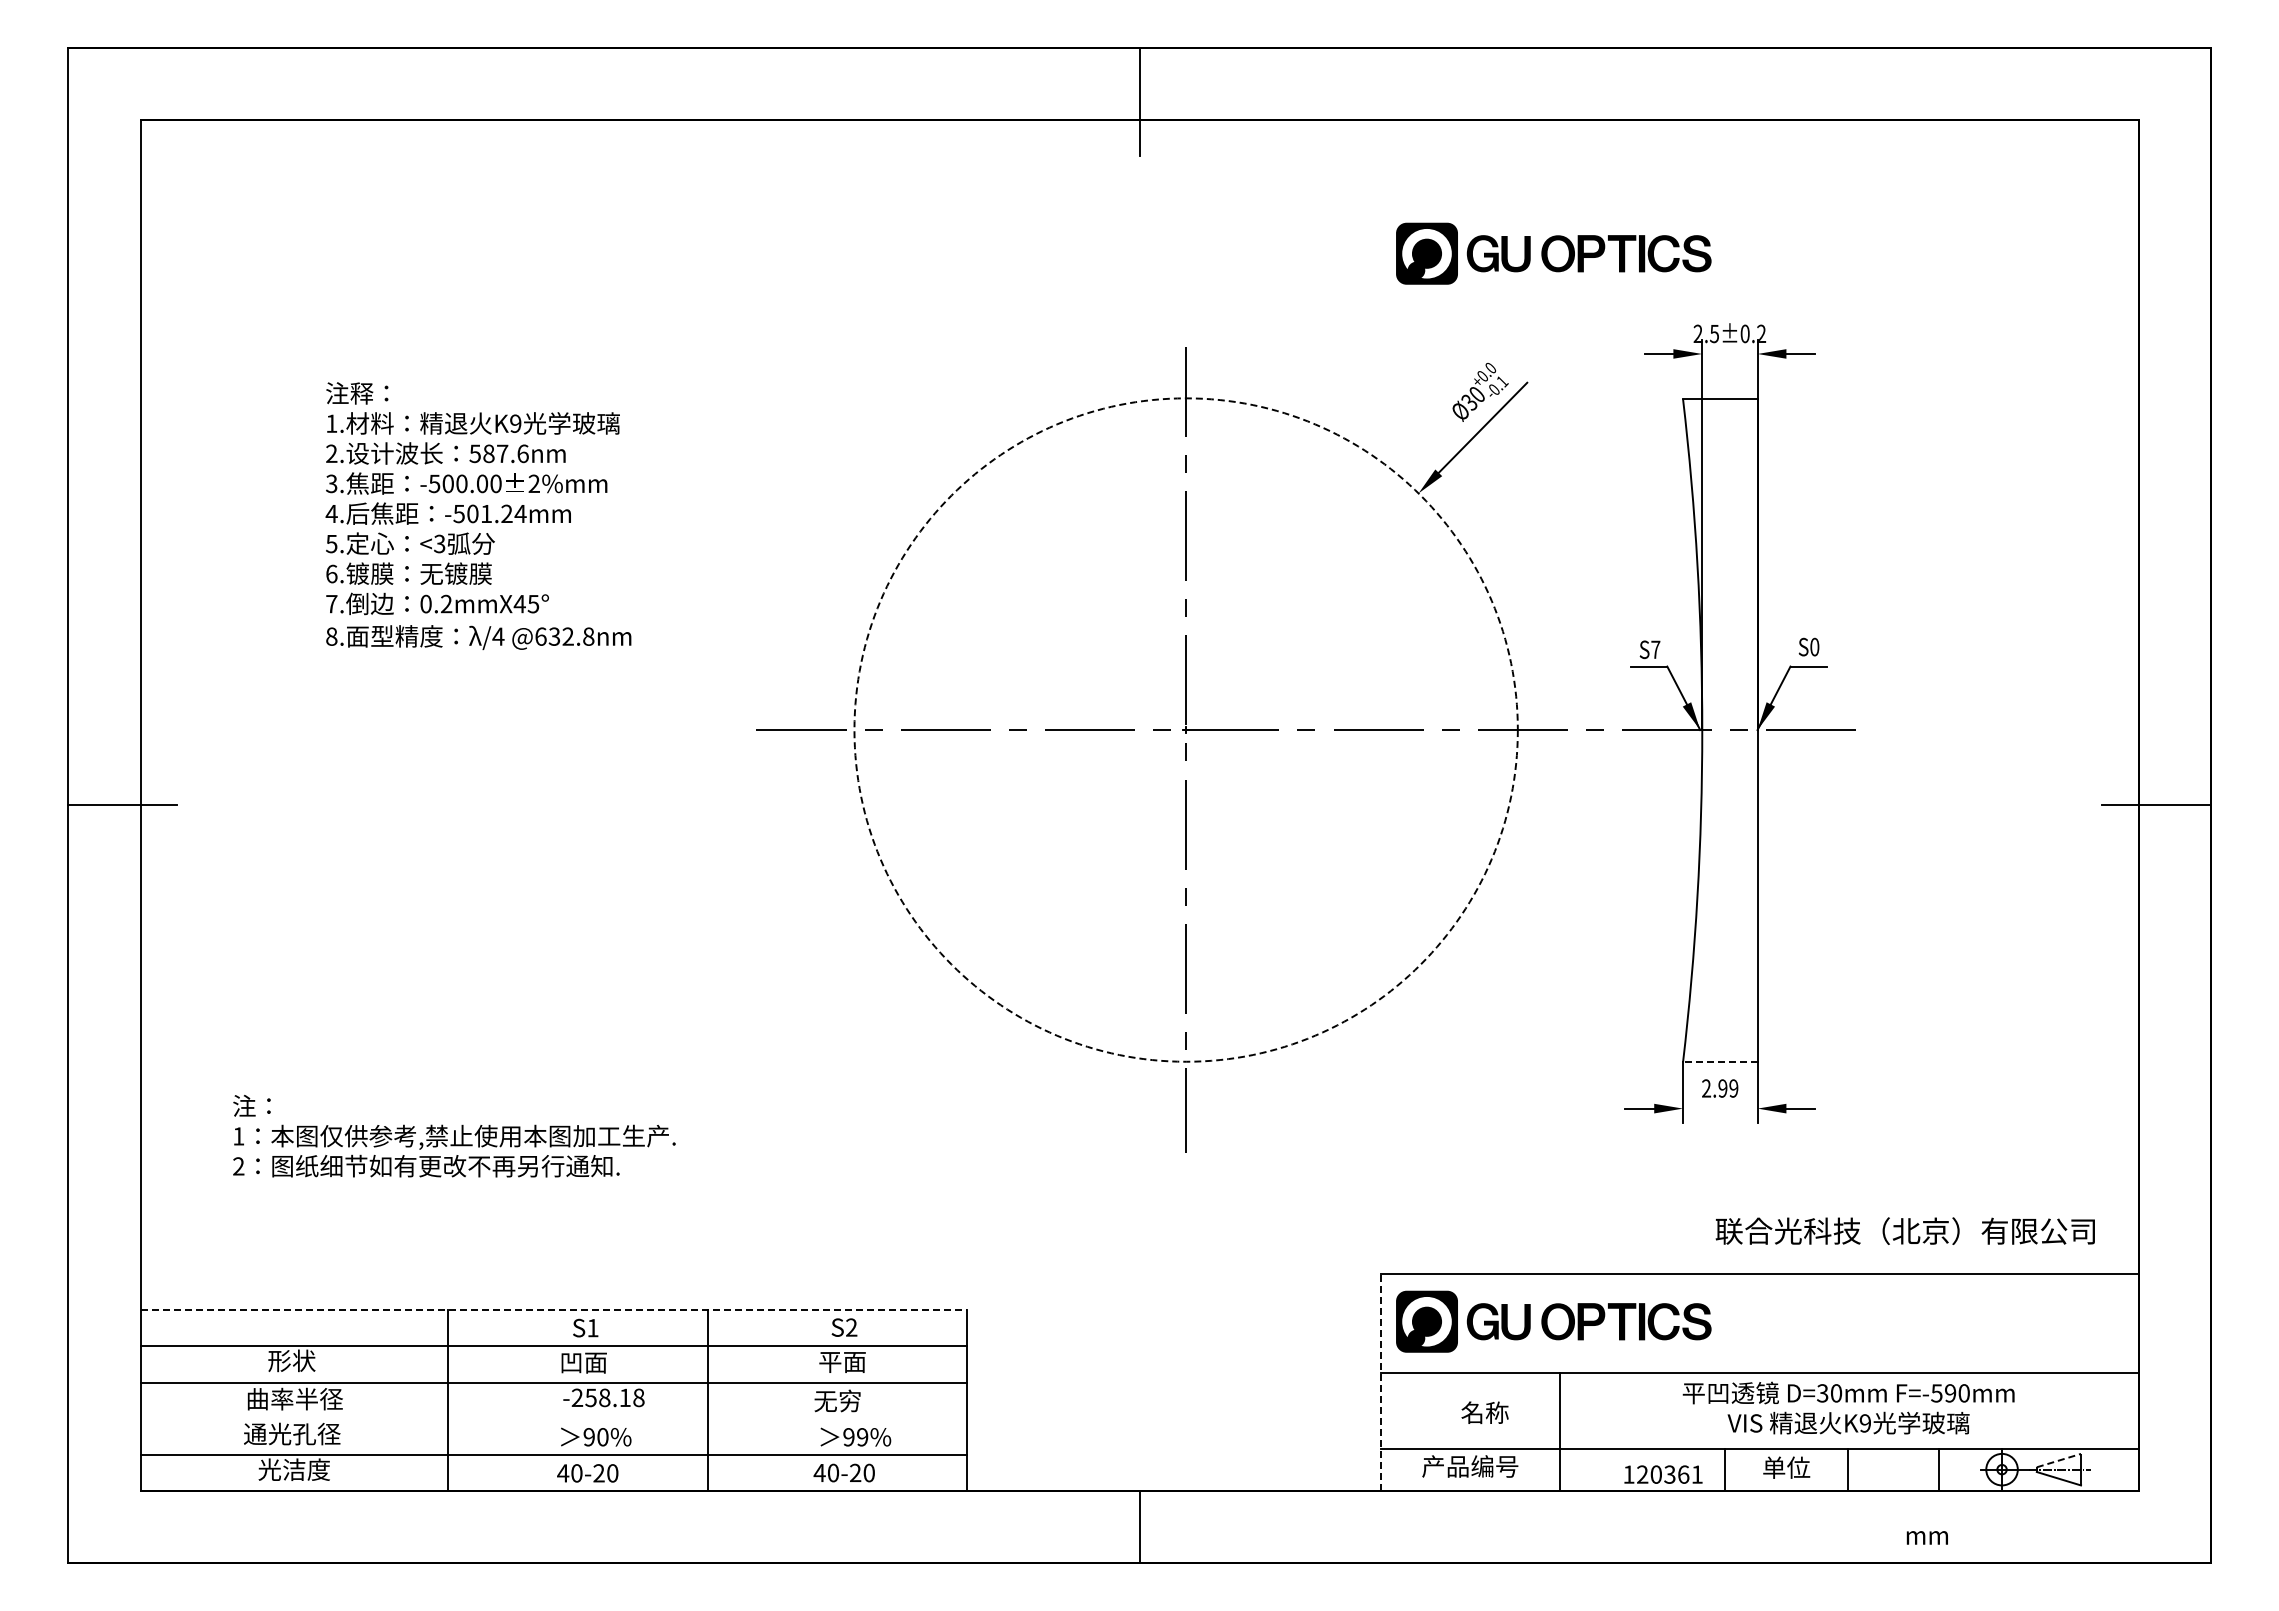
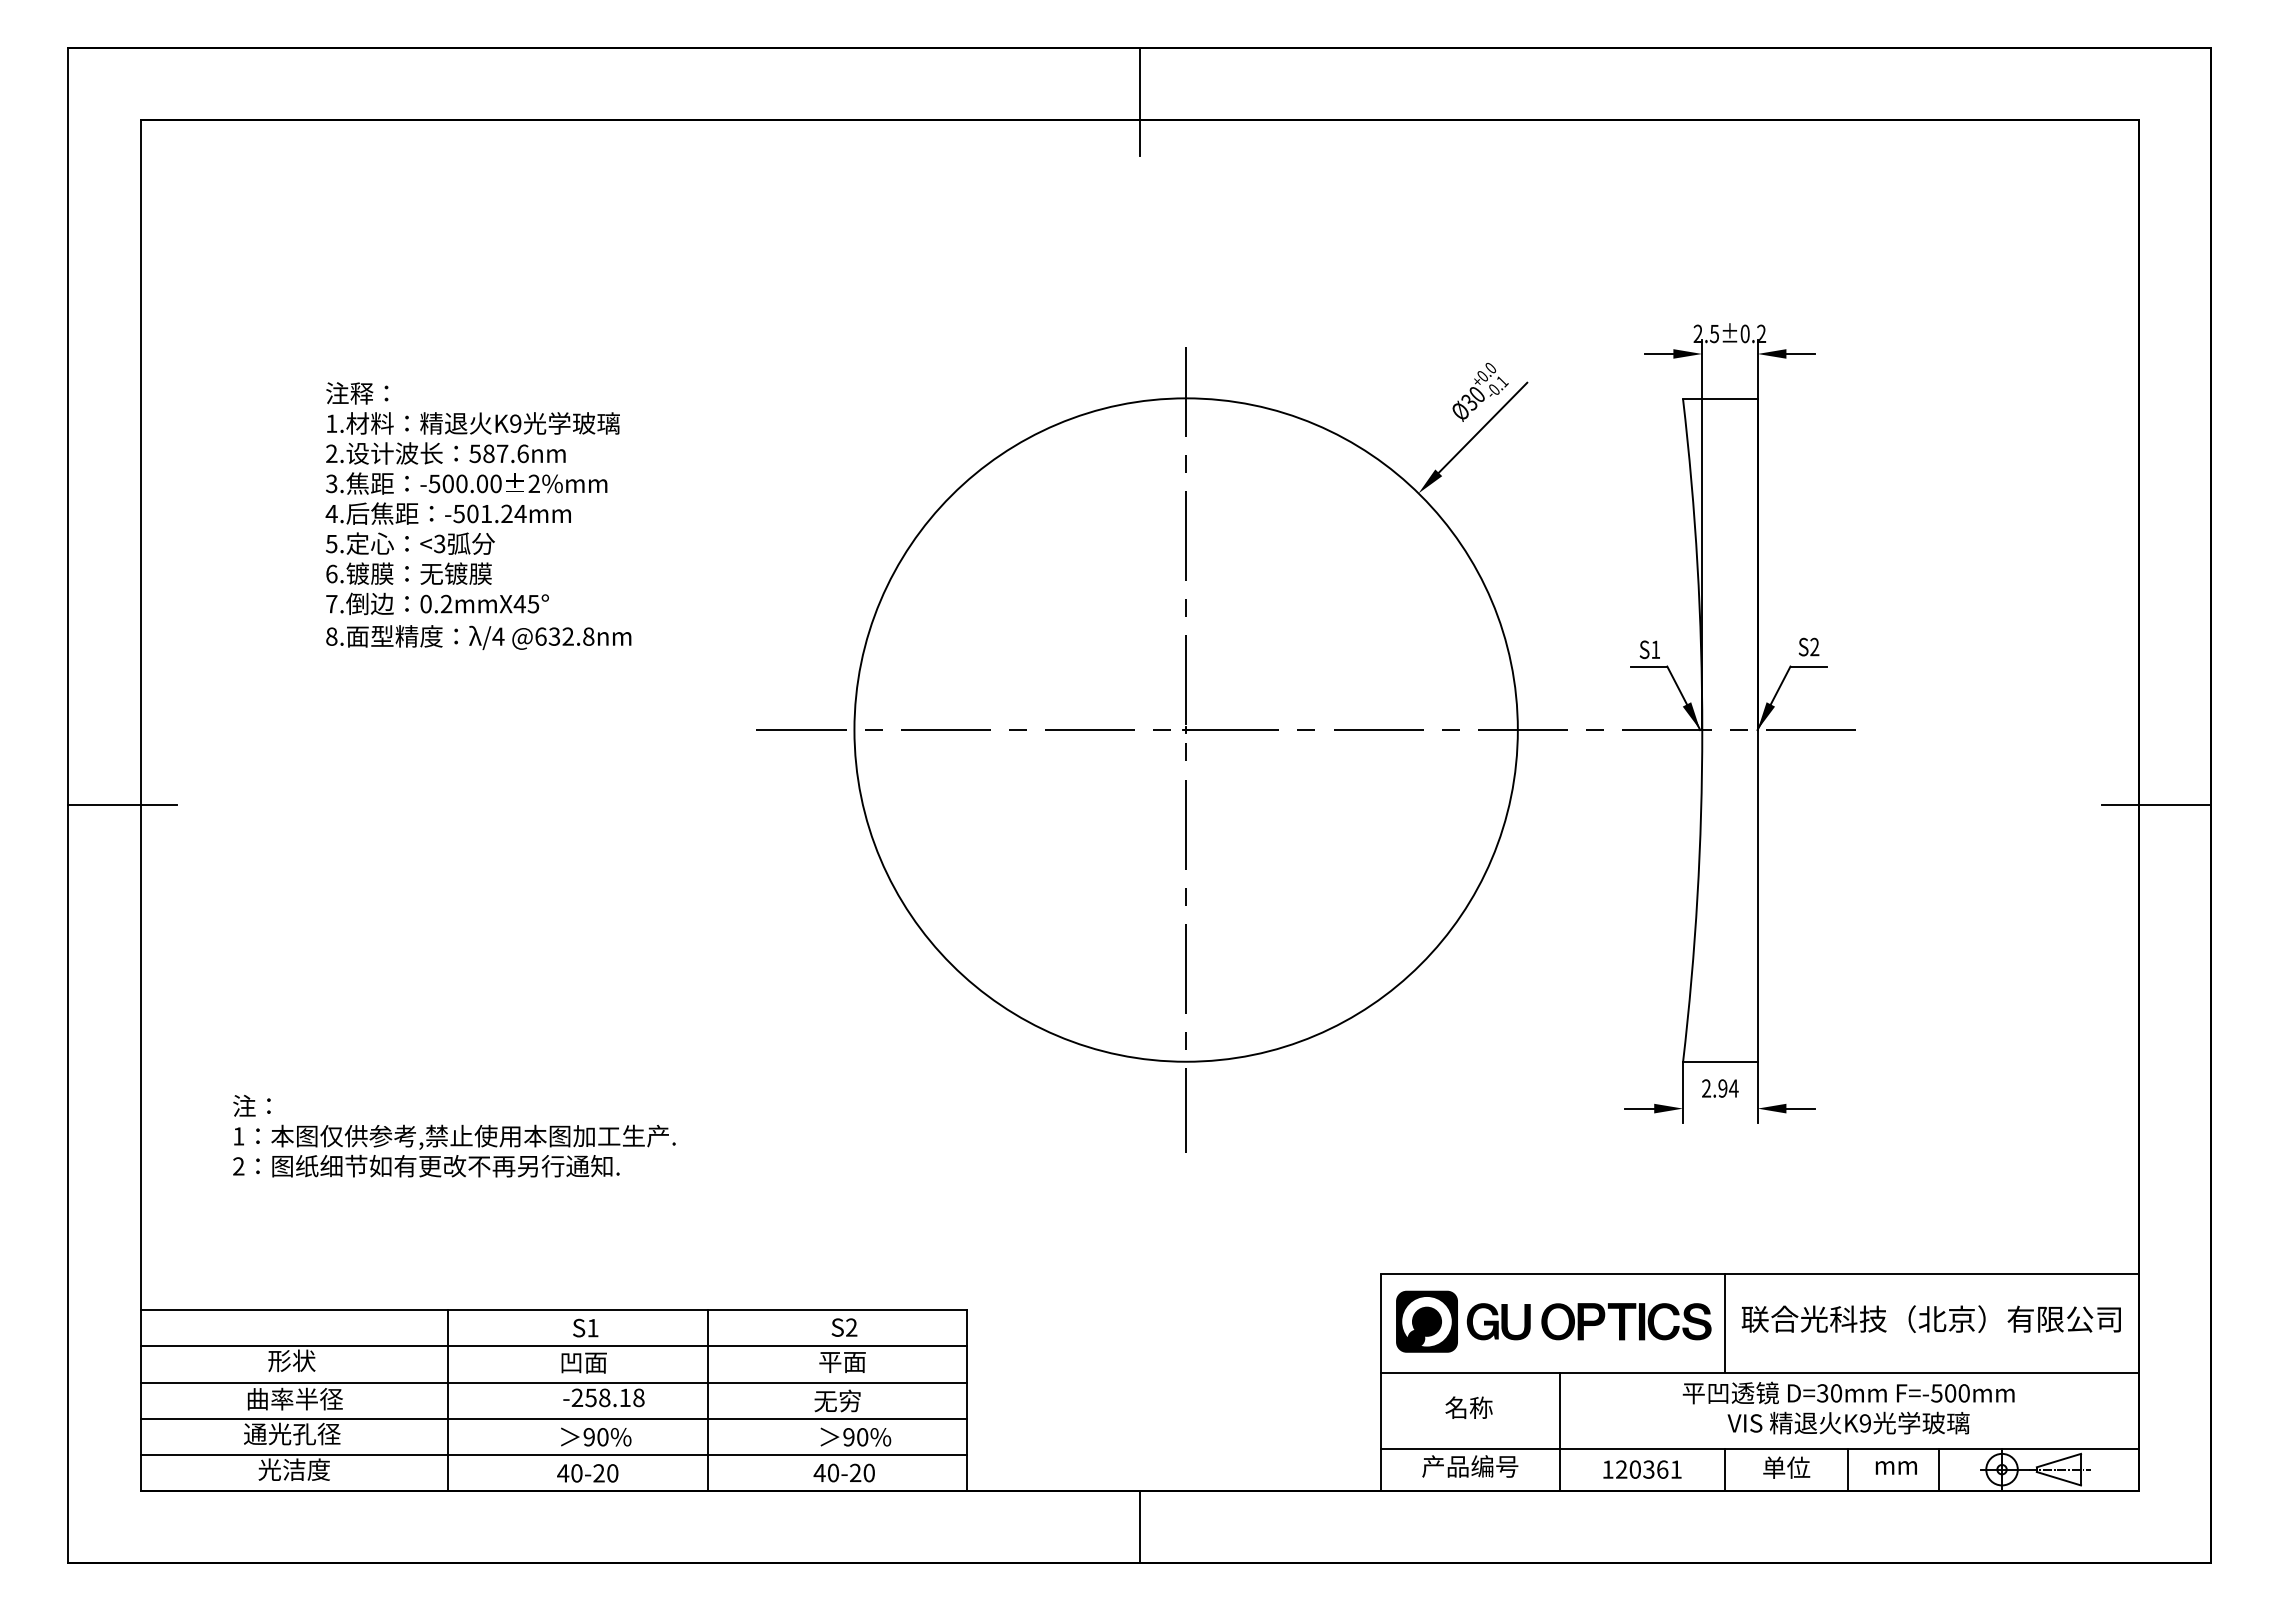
part at (1553, 253): present -> none
text at (1814, 647): S0 -> S2
text at (1655, 649): S7 -> S1
circle at (1185, 729): dashed -> solid
line at (1719, 1062): dashed -> solid
text at (1733, 1088): 2.99 -> 2.94
text at (1904, 1230) position: (1904, 1230) -> (1930, 1318)
line at (554, 1310): dashed -> solid
line at (1724, 1323): none -> present
line at (1381, 1382): dashed -> solid
text at (1950, 1393): F=-590mm -> F=-500mm
text at (1484, 1412) position: (1484, 1412) -> (1468, 1407)
line at (553, 1418): none -> present
text at (862, 1437): 99% -> 90%
line at (2059, 1460): dashed -> solid
text at (1663, 1474) position: (1663, 1474) -> (1642, 1469)
text at (1926, 1537) position: (1926, 1537) -> (1895, 1467)
